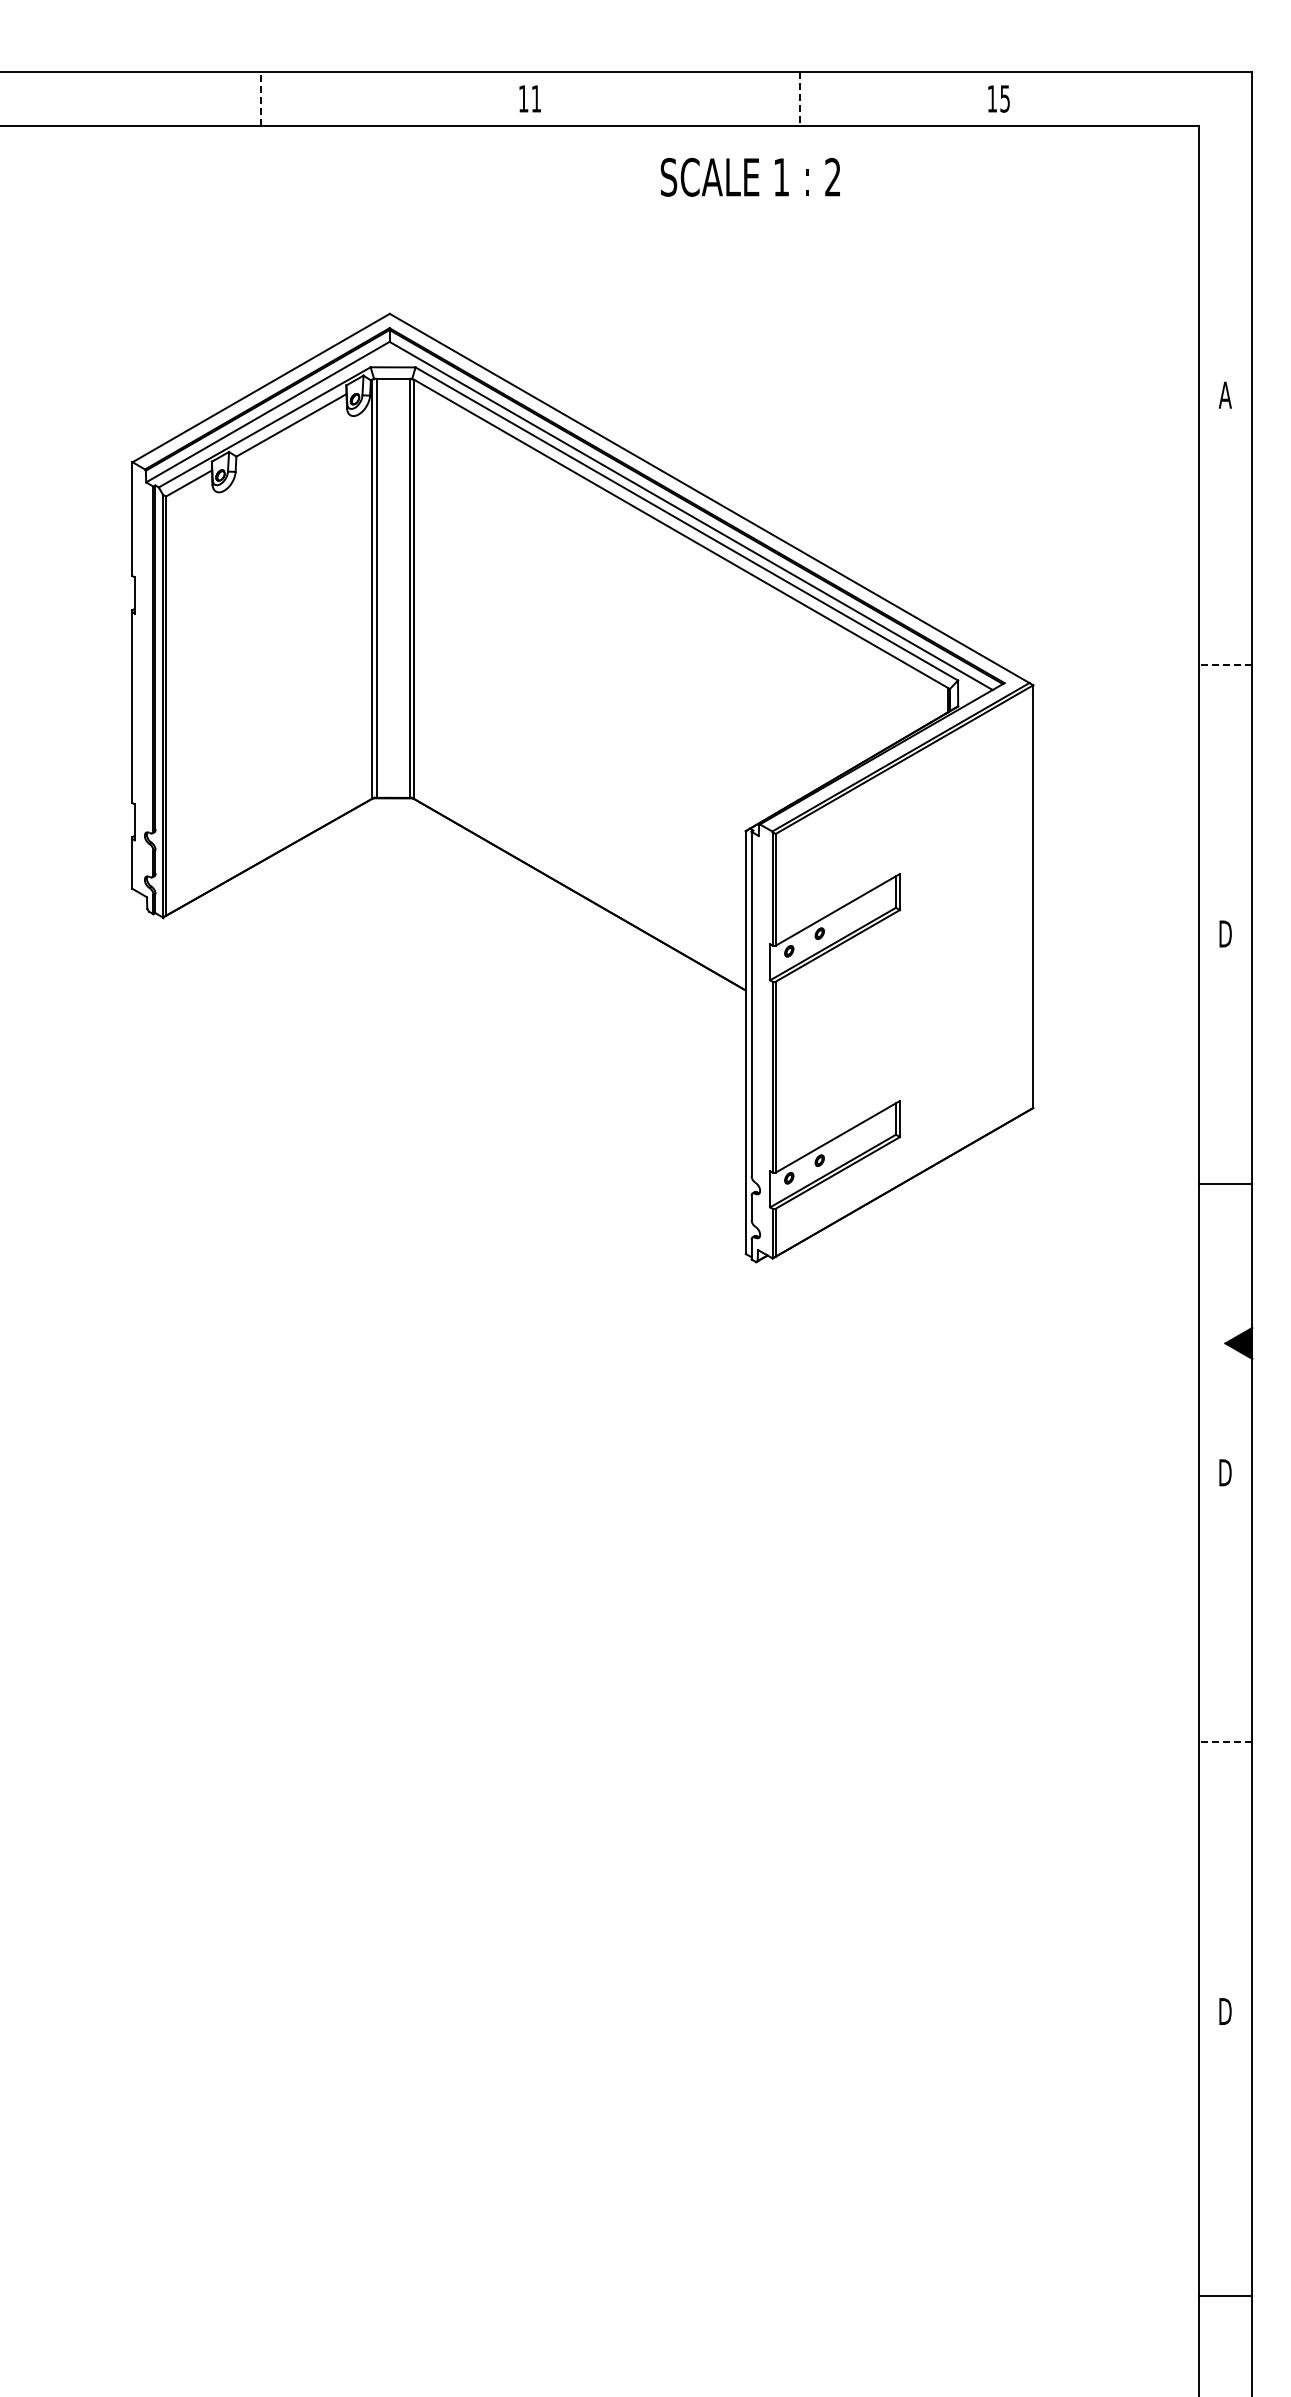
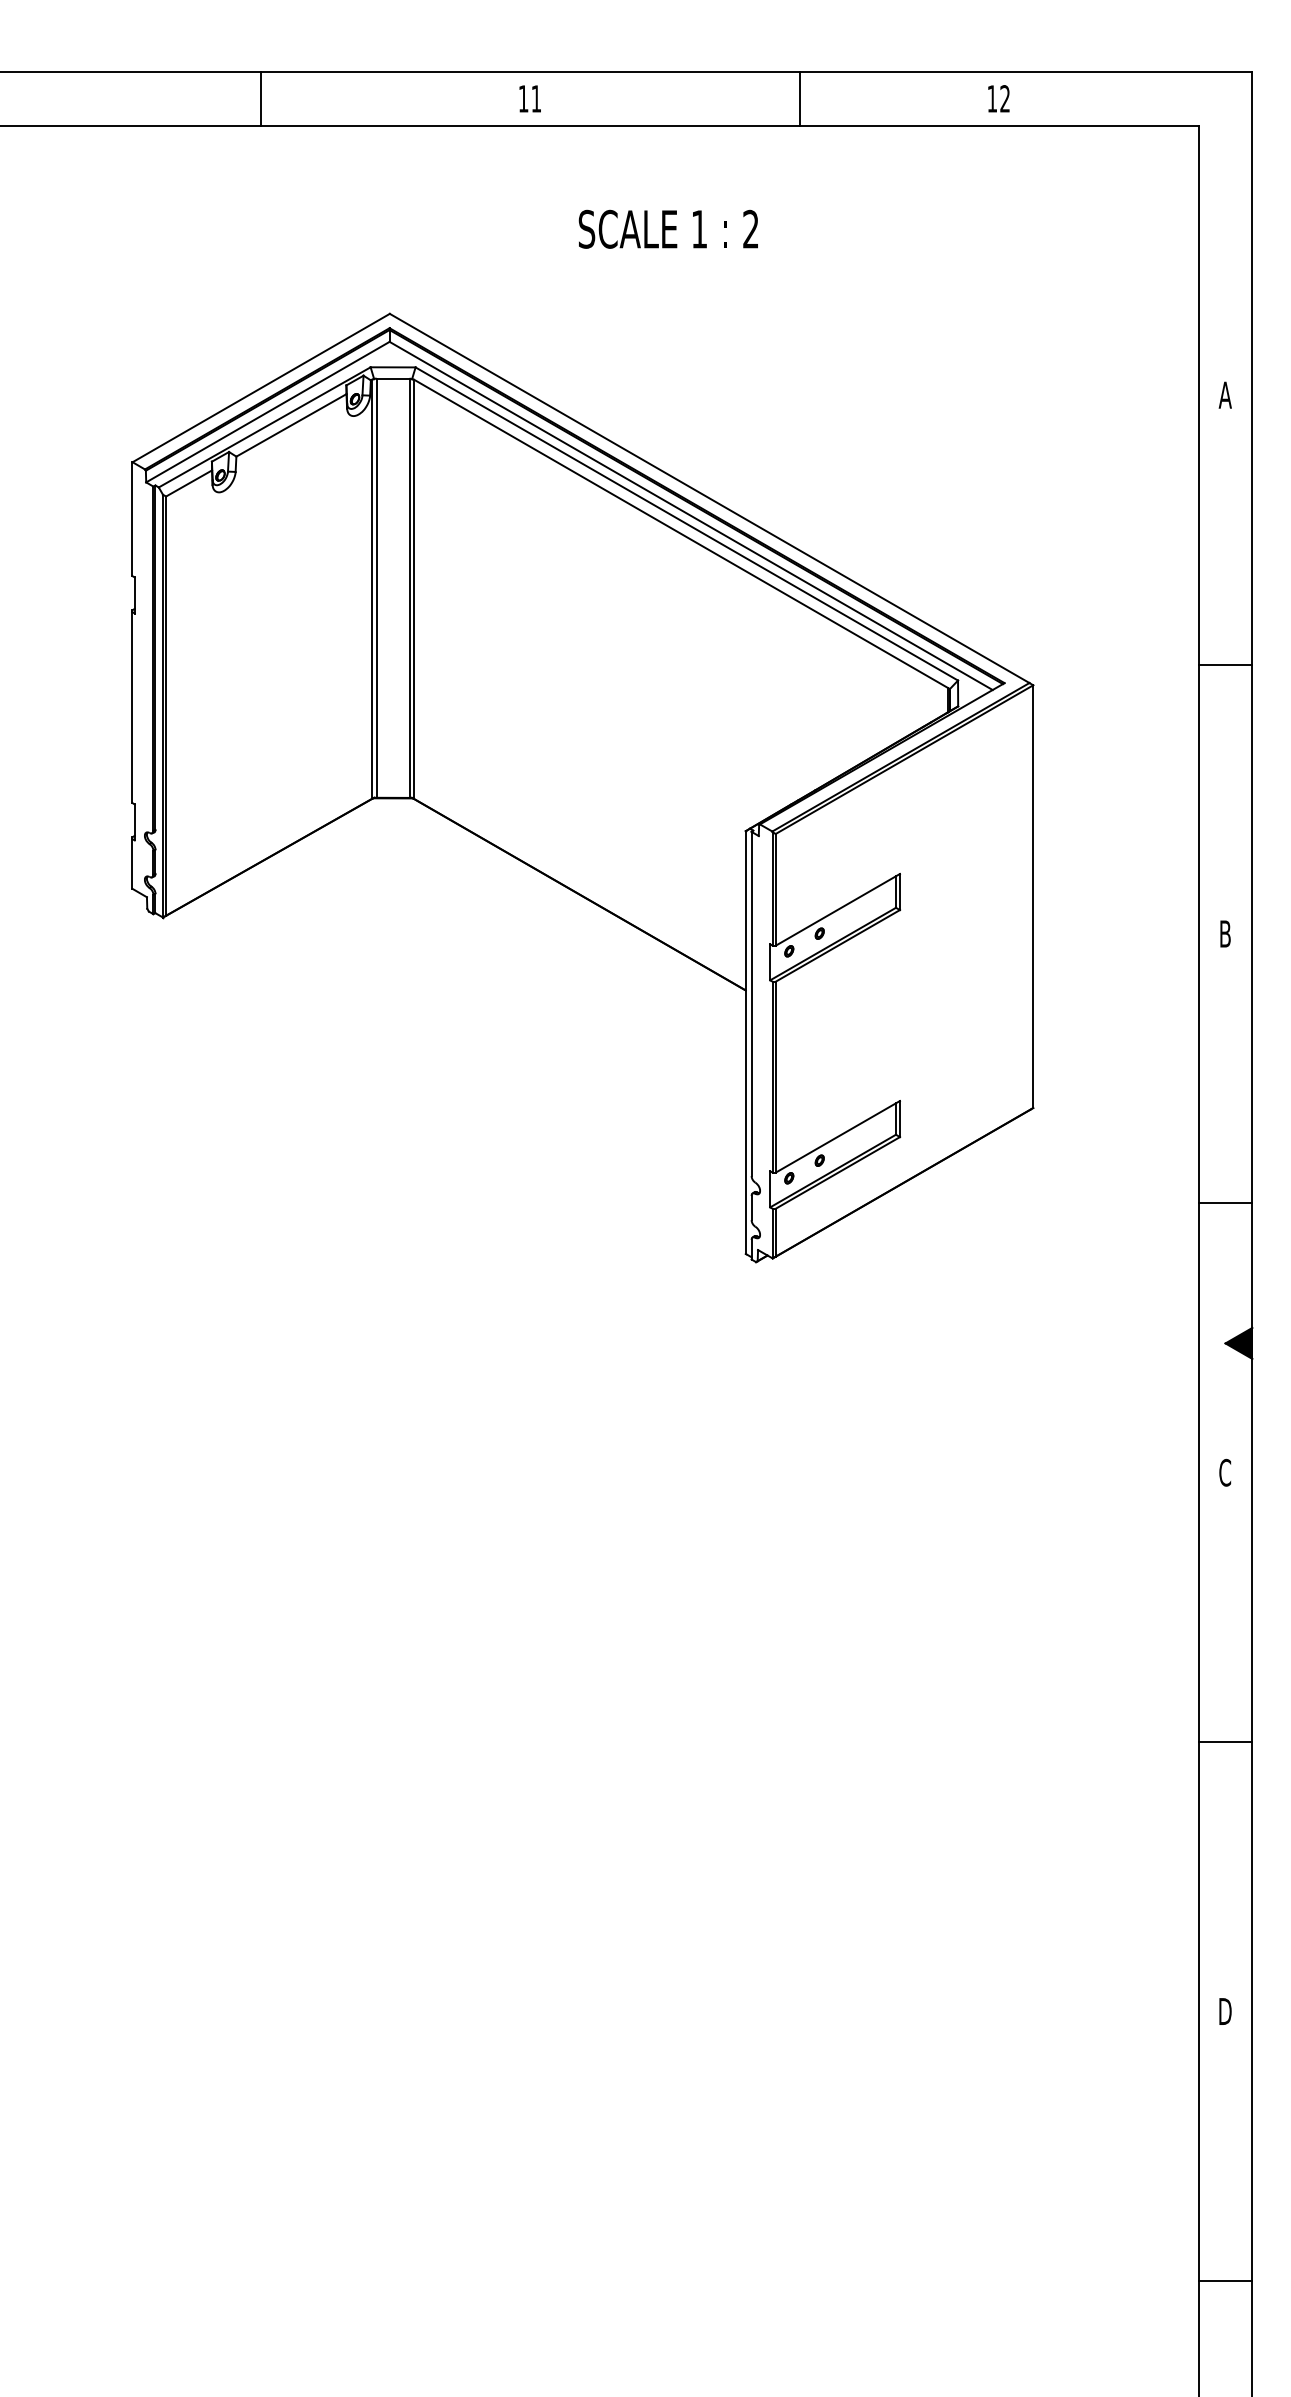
line at (261, 98): dashed -> solid
line at (799, 98): dashed -> solid
text at (1004, 98): 15 -> 12
text at (749, 176) position: (749, 176) -> (667, 228)
line at (1225, 664): dashed -> solid
text at (1225, 933): D -> B
line at (1225, 1184) position: (1225, 1184) -> (1225, 1203)
text at (1225, 1472): D -> C
line at (1225, 1742): dashed -> solid
line at (1225, 2295) position: (1225, 2295) -> (1225, 2280)
